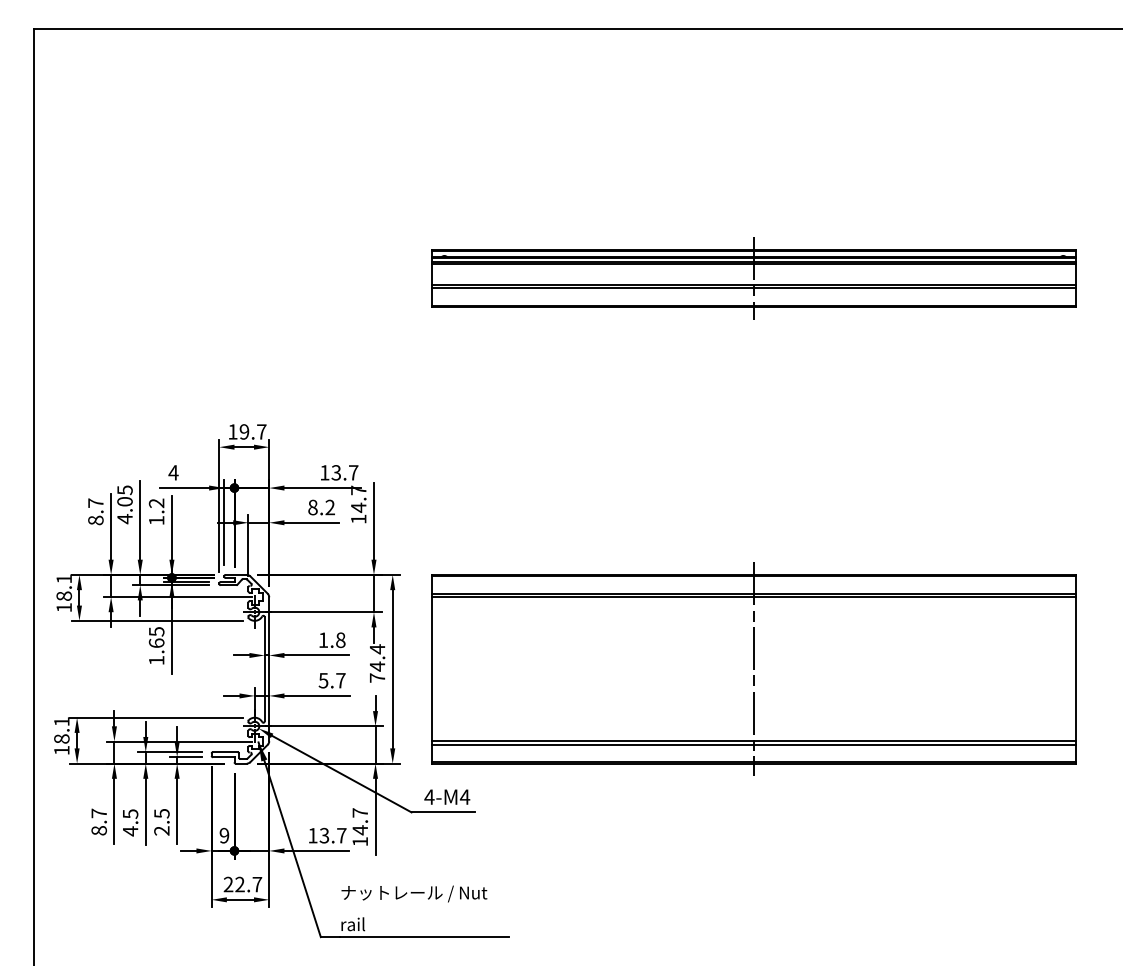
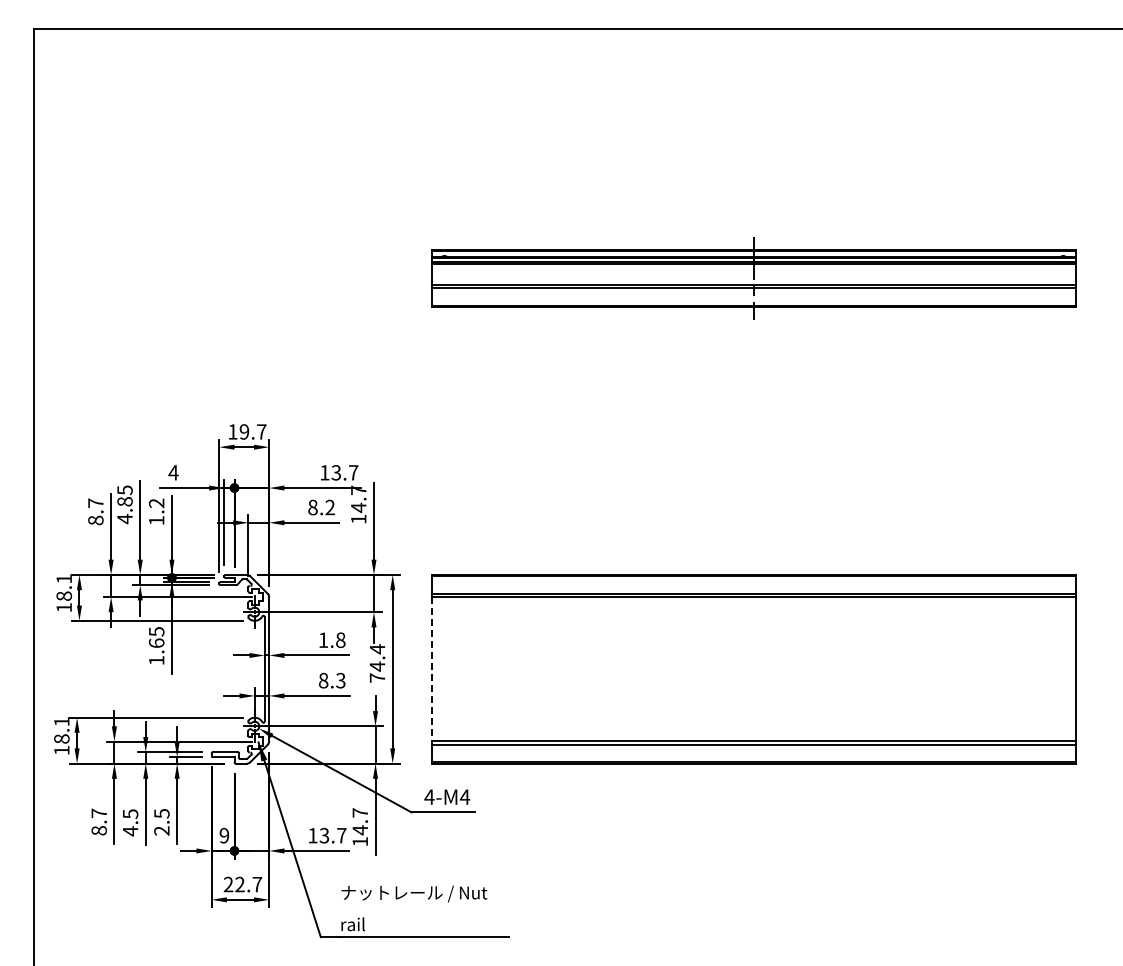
text at (124, 501): 4.05 -> 4.85
line at (431, 669): solid -> dashed
line at (753, 669): present -> none
text at (331, 680): 5.7 -> 8.3
